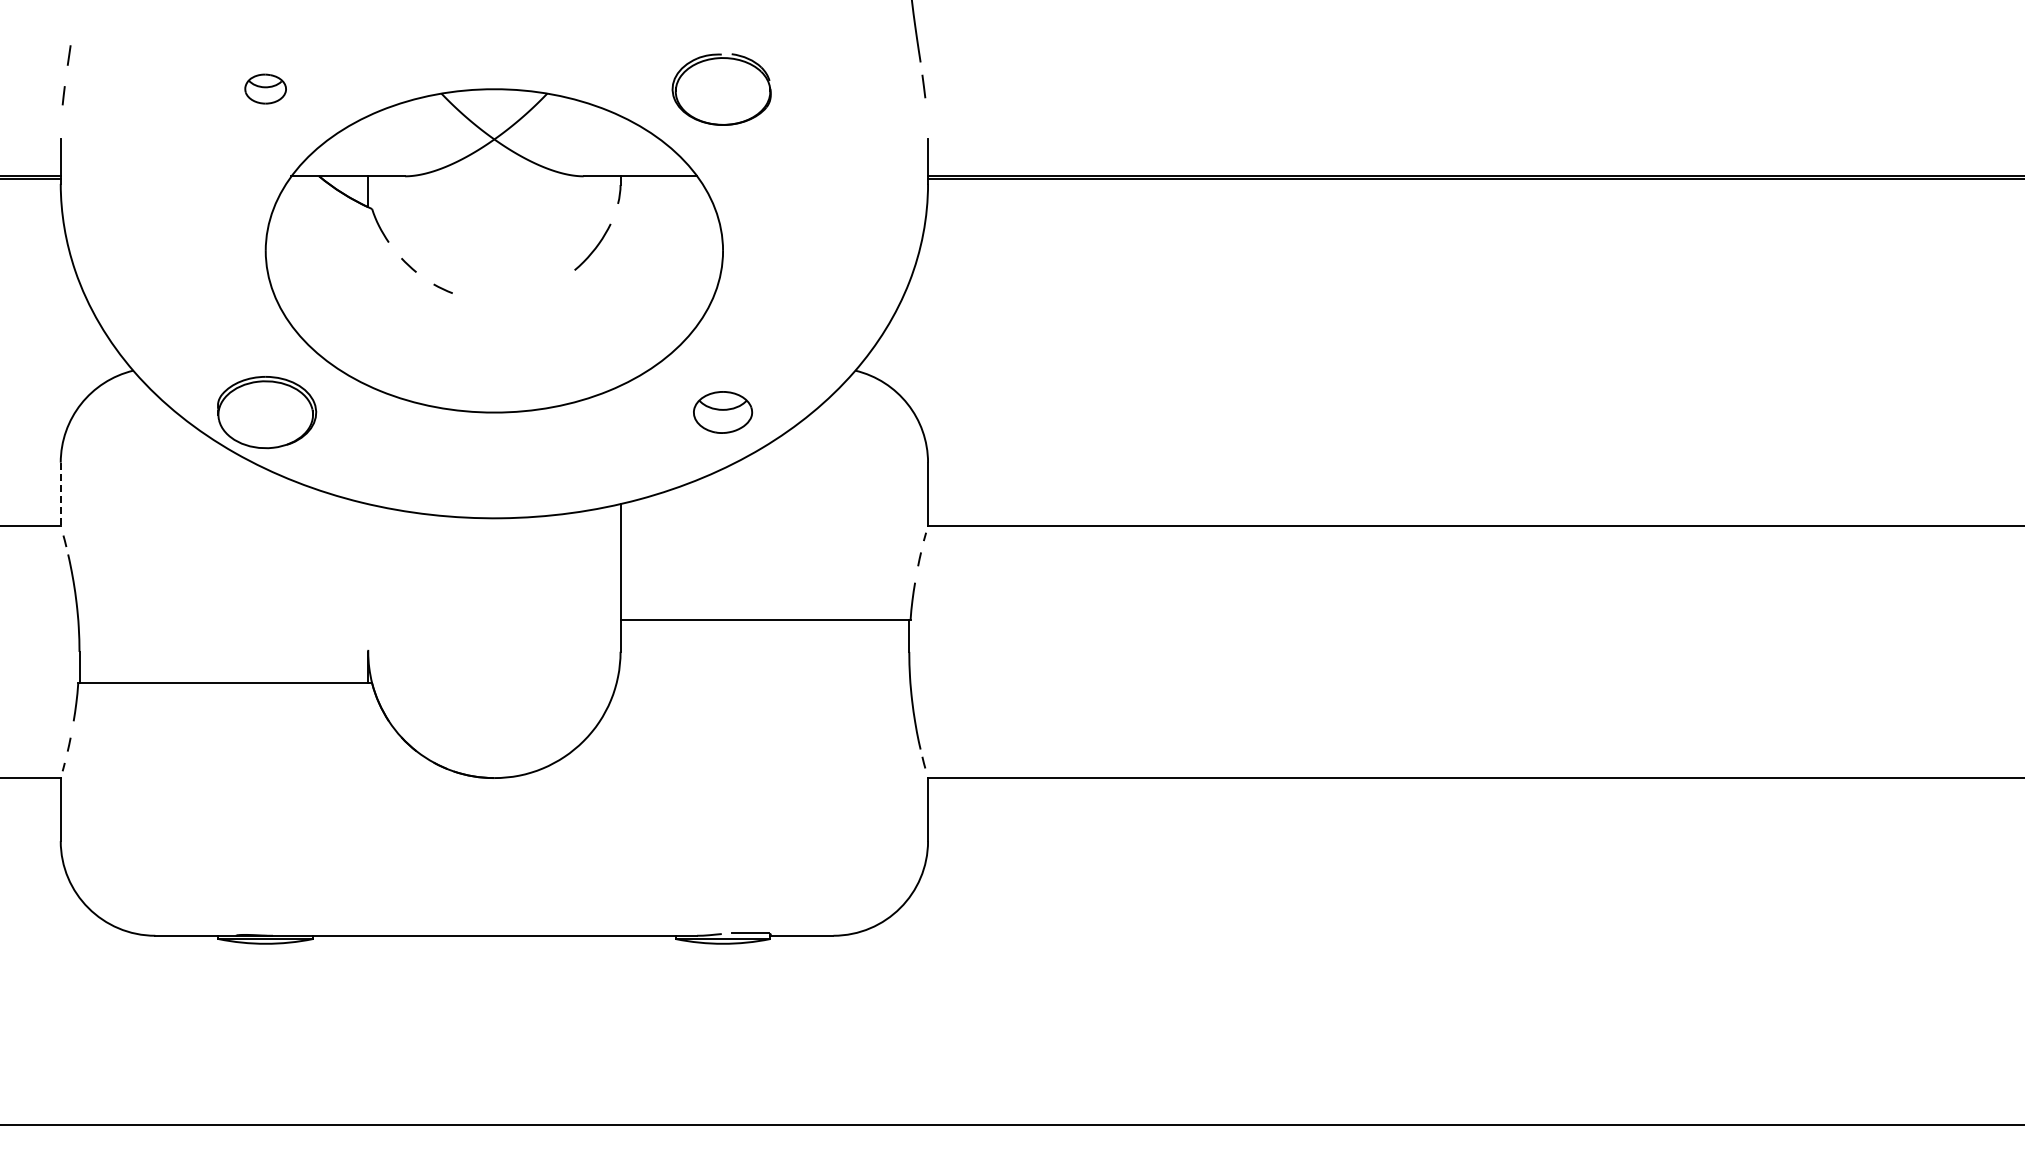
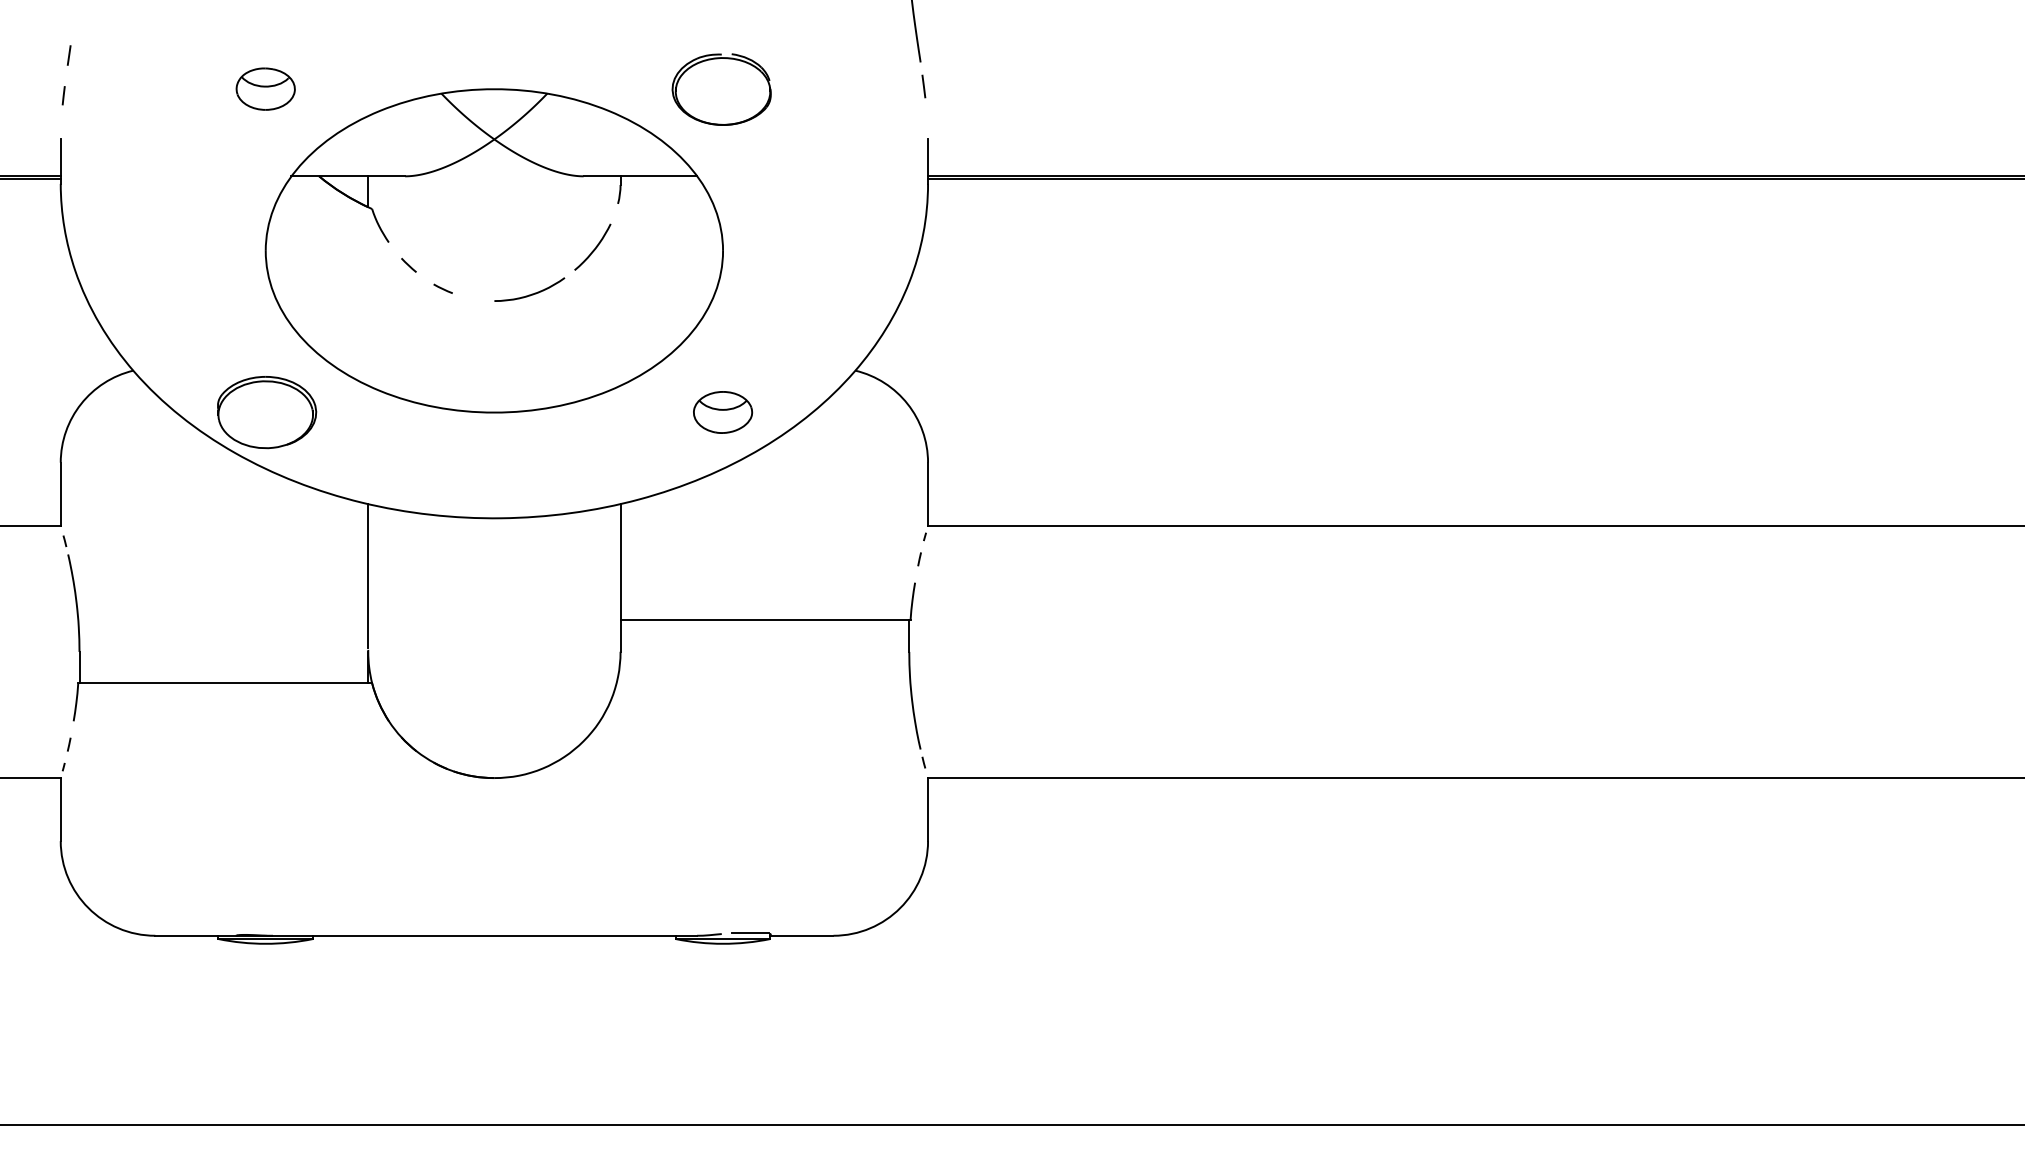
part at (265, 88) size: 43x32 px -> 61x44 px
curve at (531, 293): none -> present
line at (60, 494): dashed -> solid
line at (368, 575): none -> present
